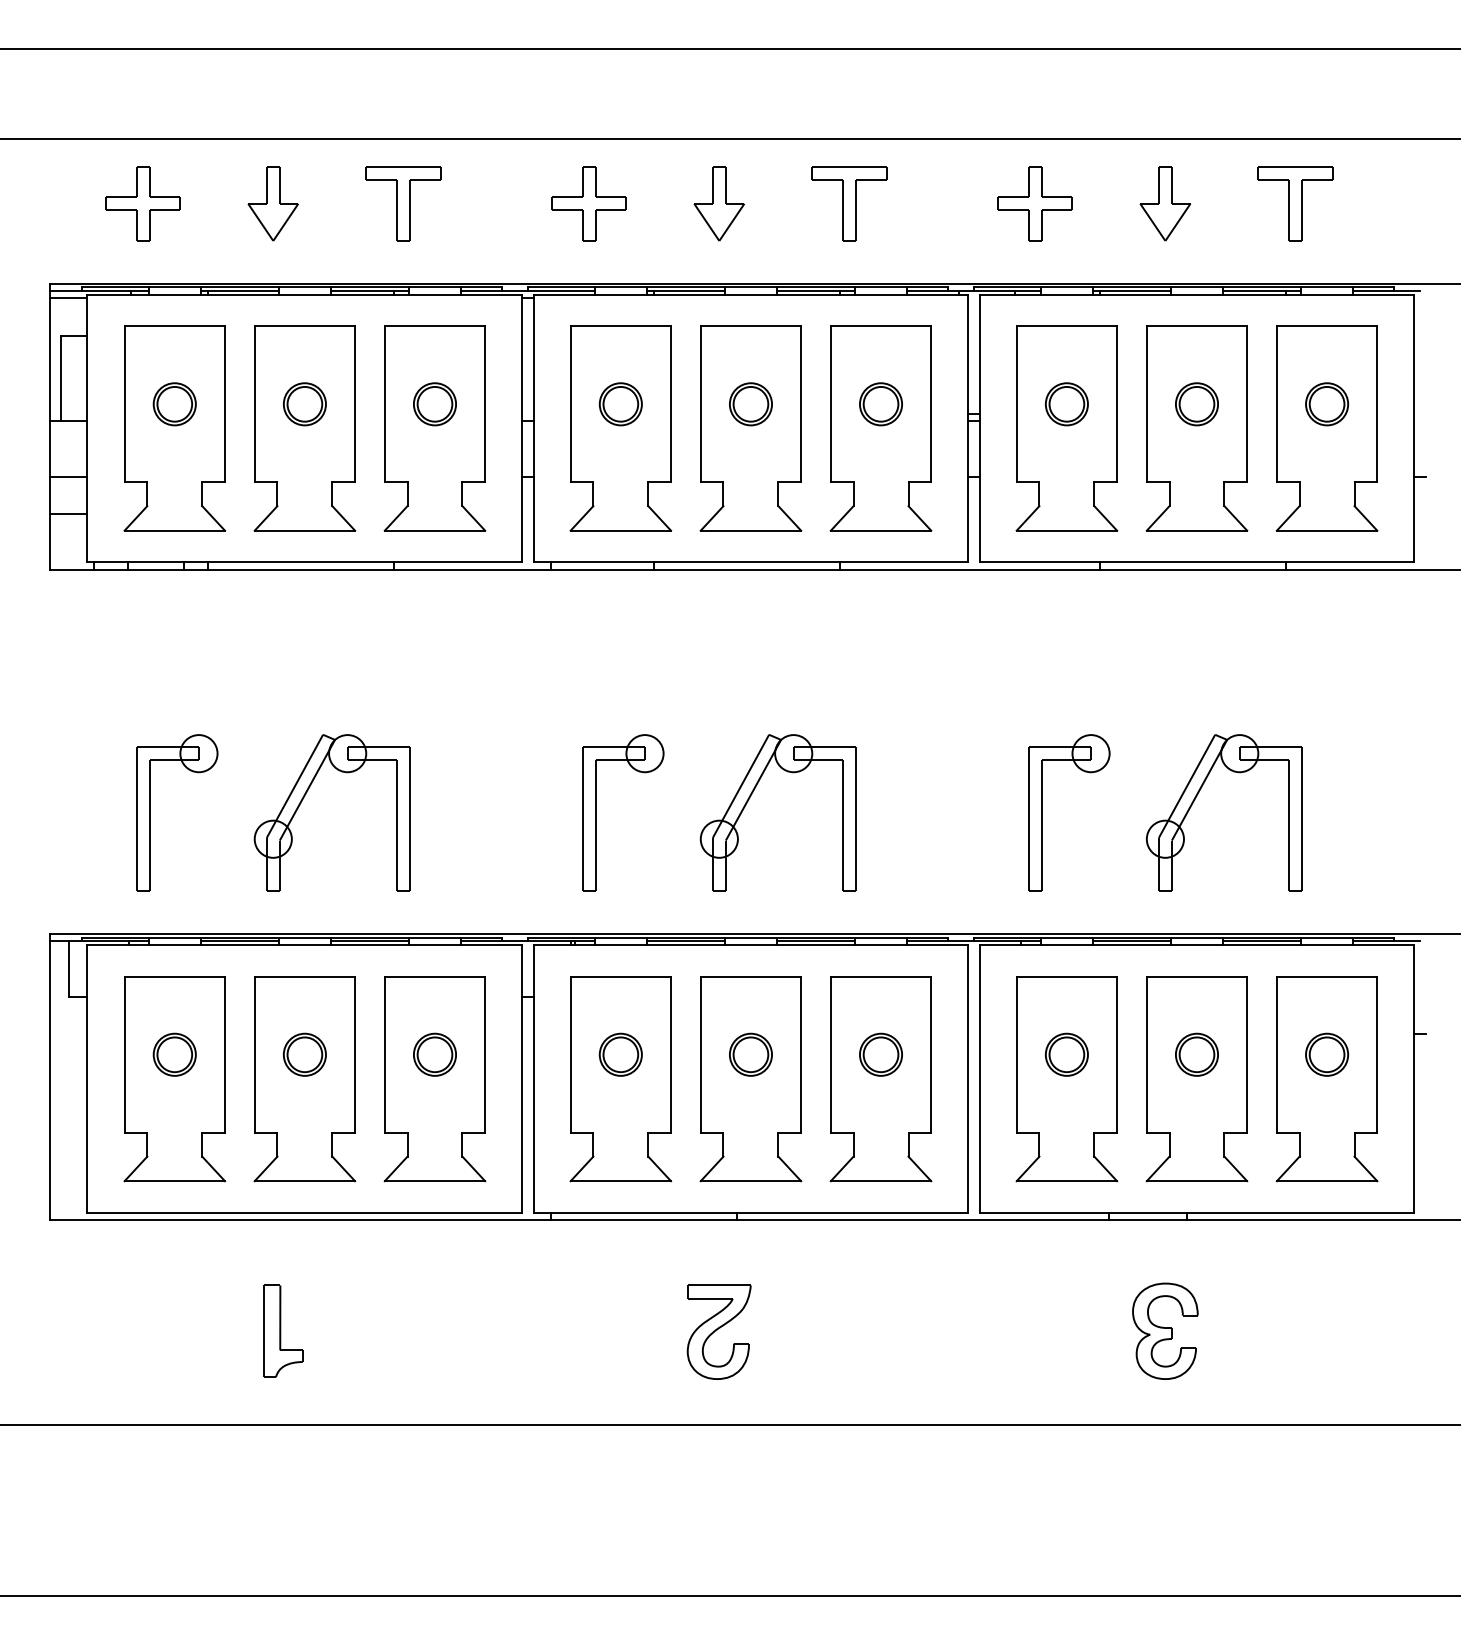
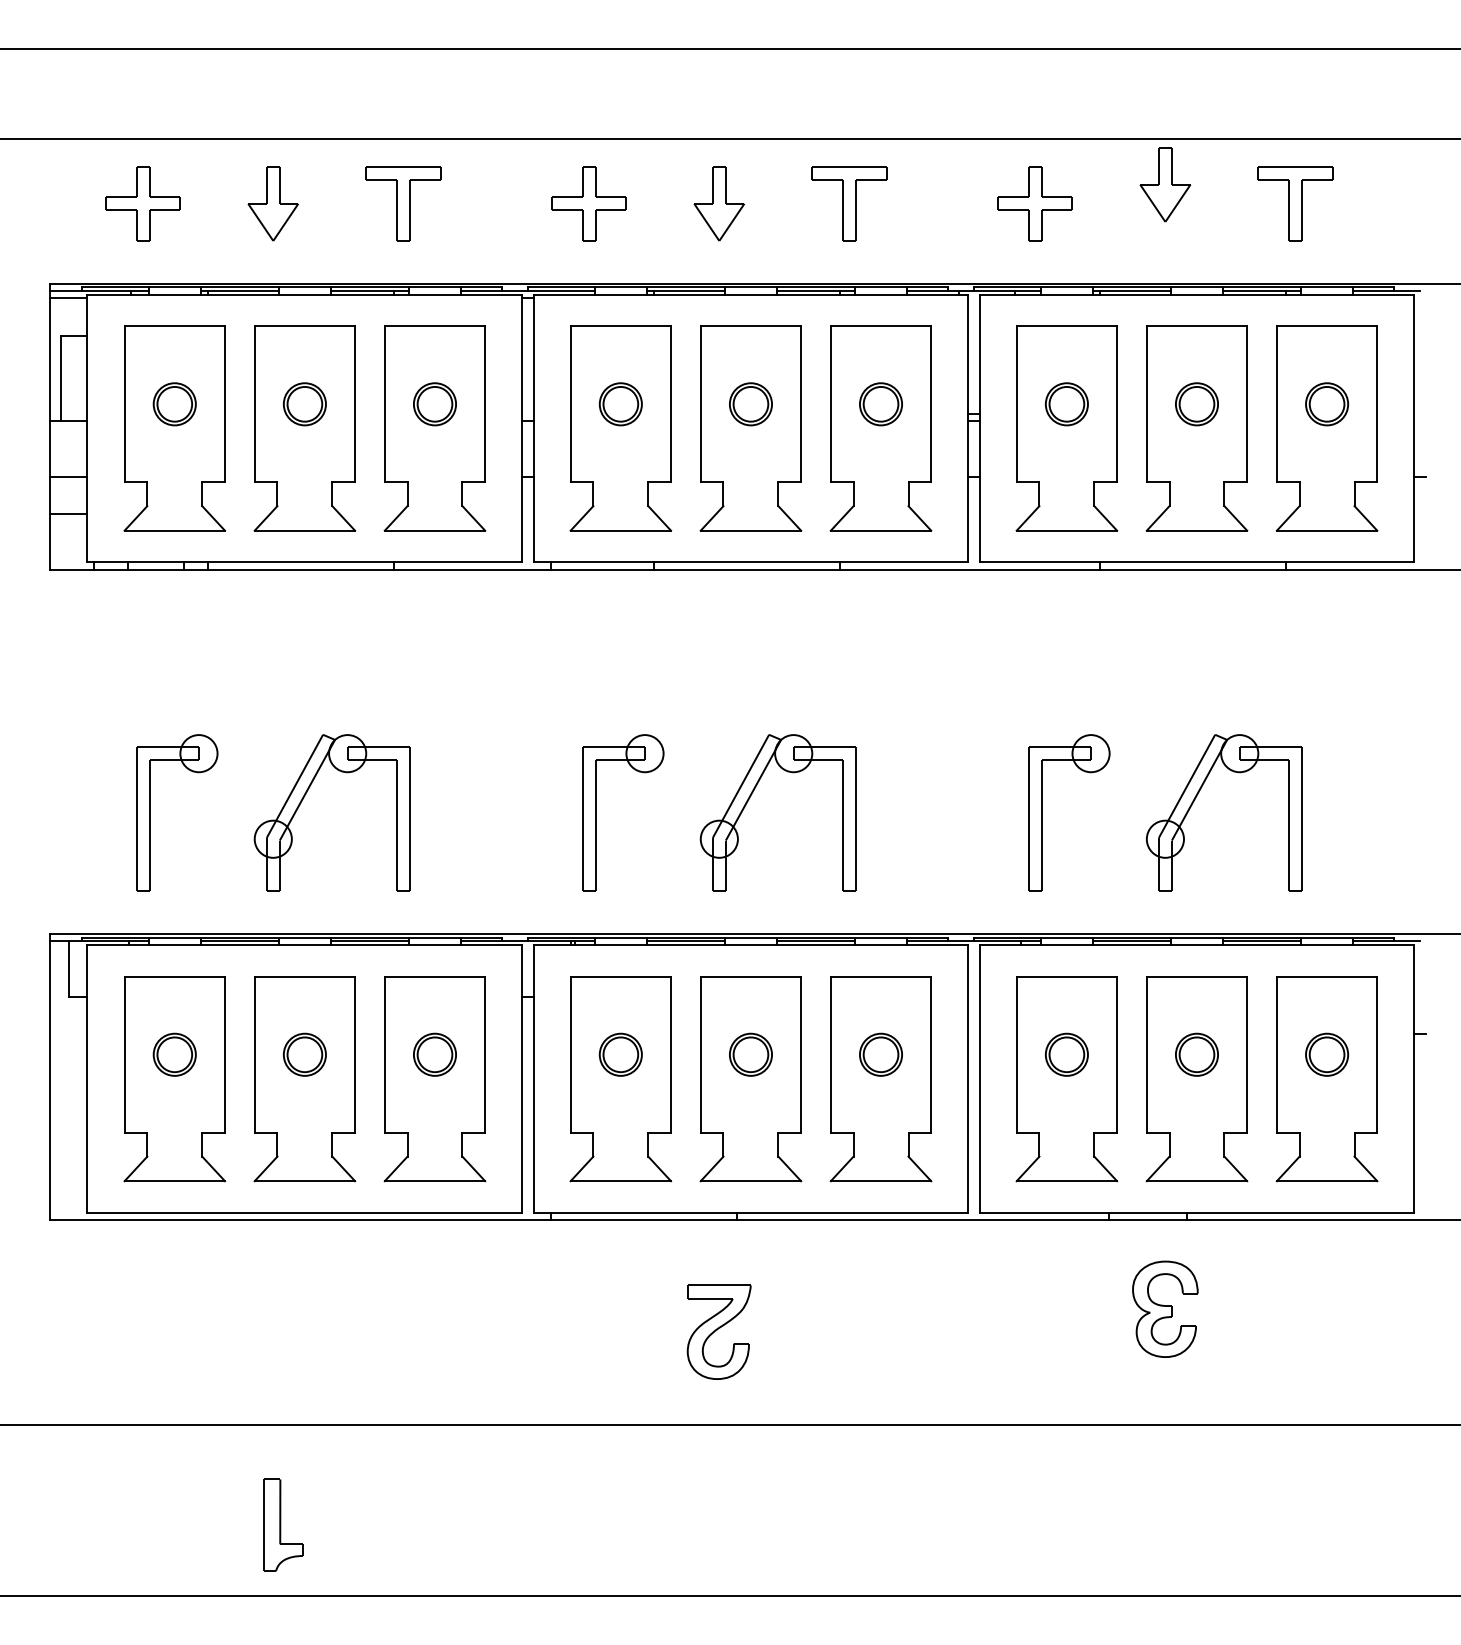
part at (1164, 203) position: (1164, 203) -> (1164, 184)
part at (283, 1330) position: (283, 1330) -> (283, 1524)
part at (1165, 1330) position: (1165, 1330) -> (1165, 1308)
